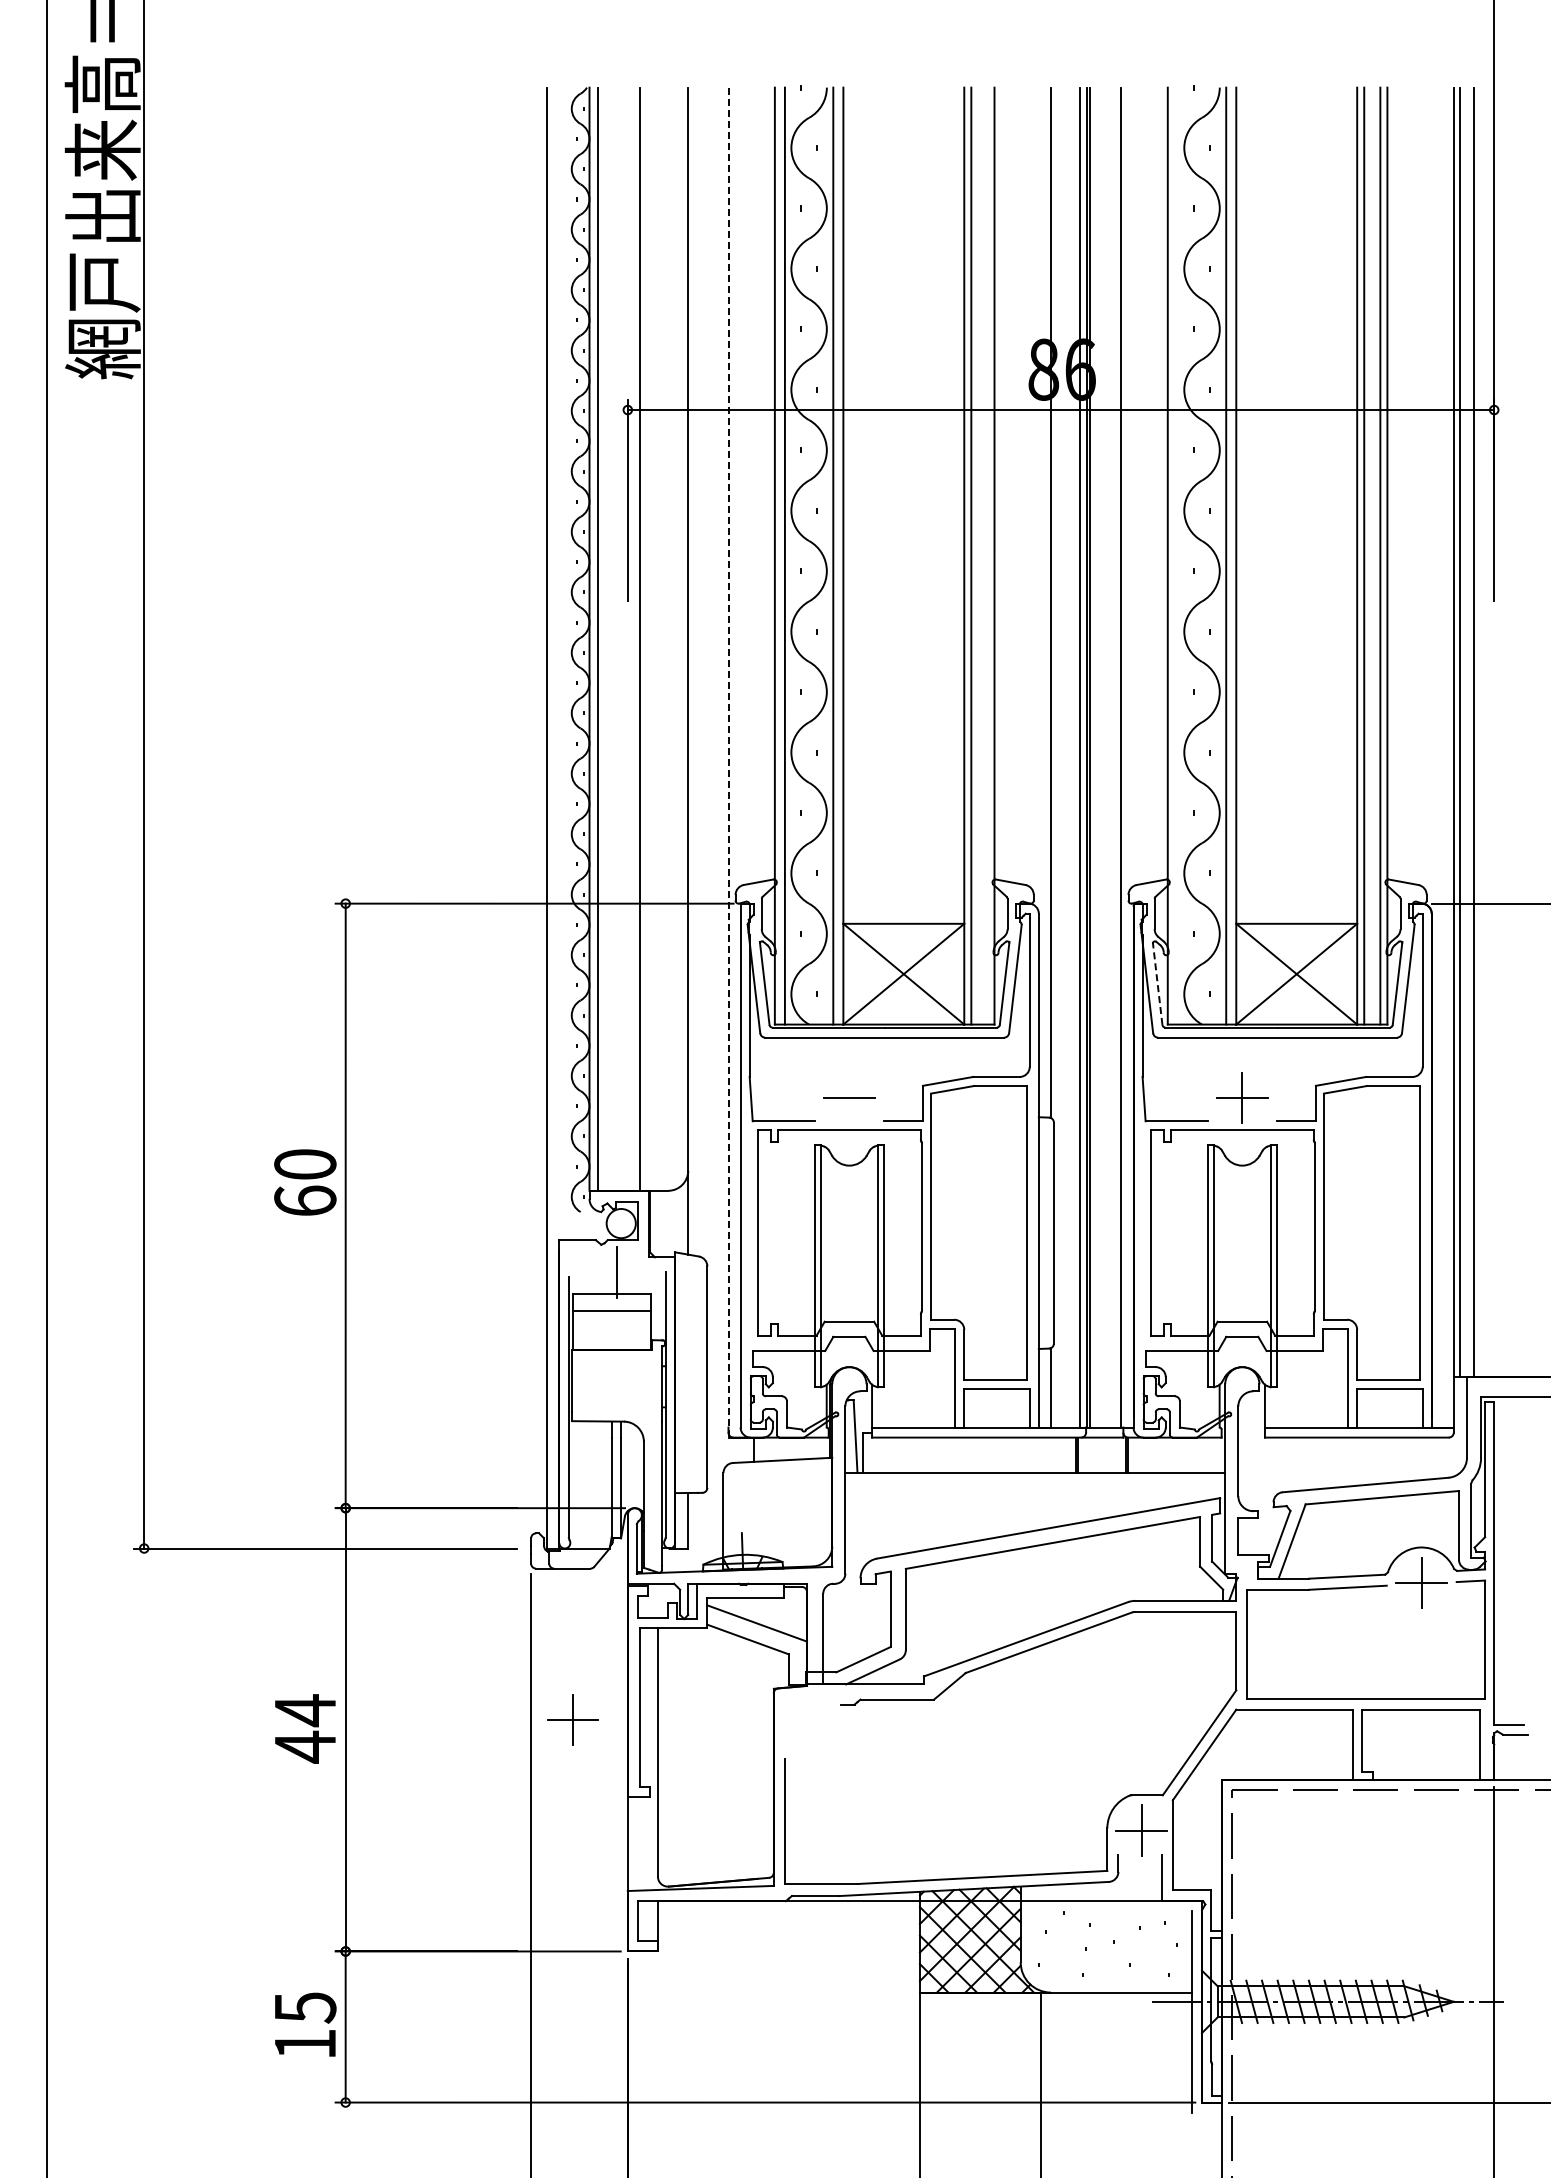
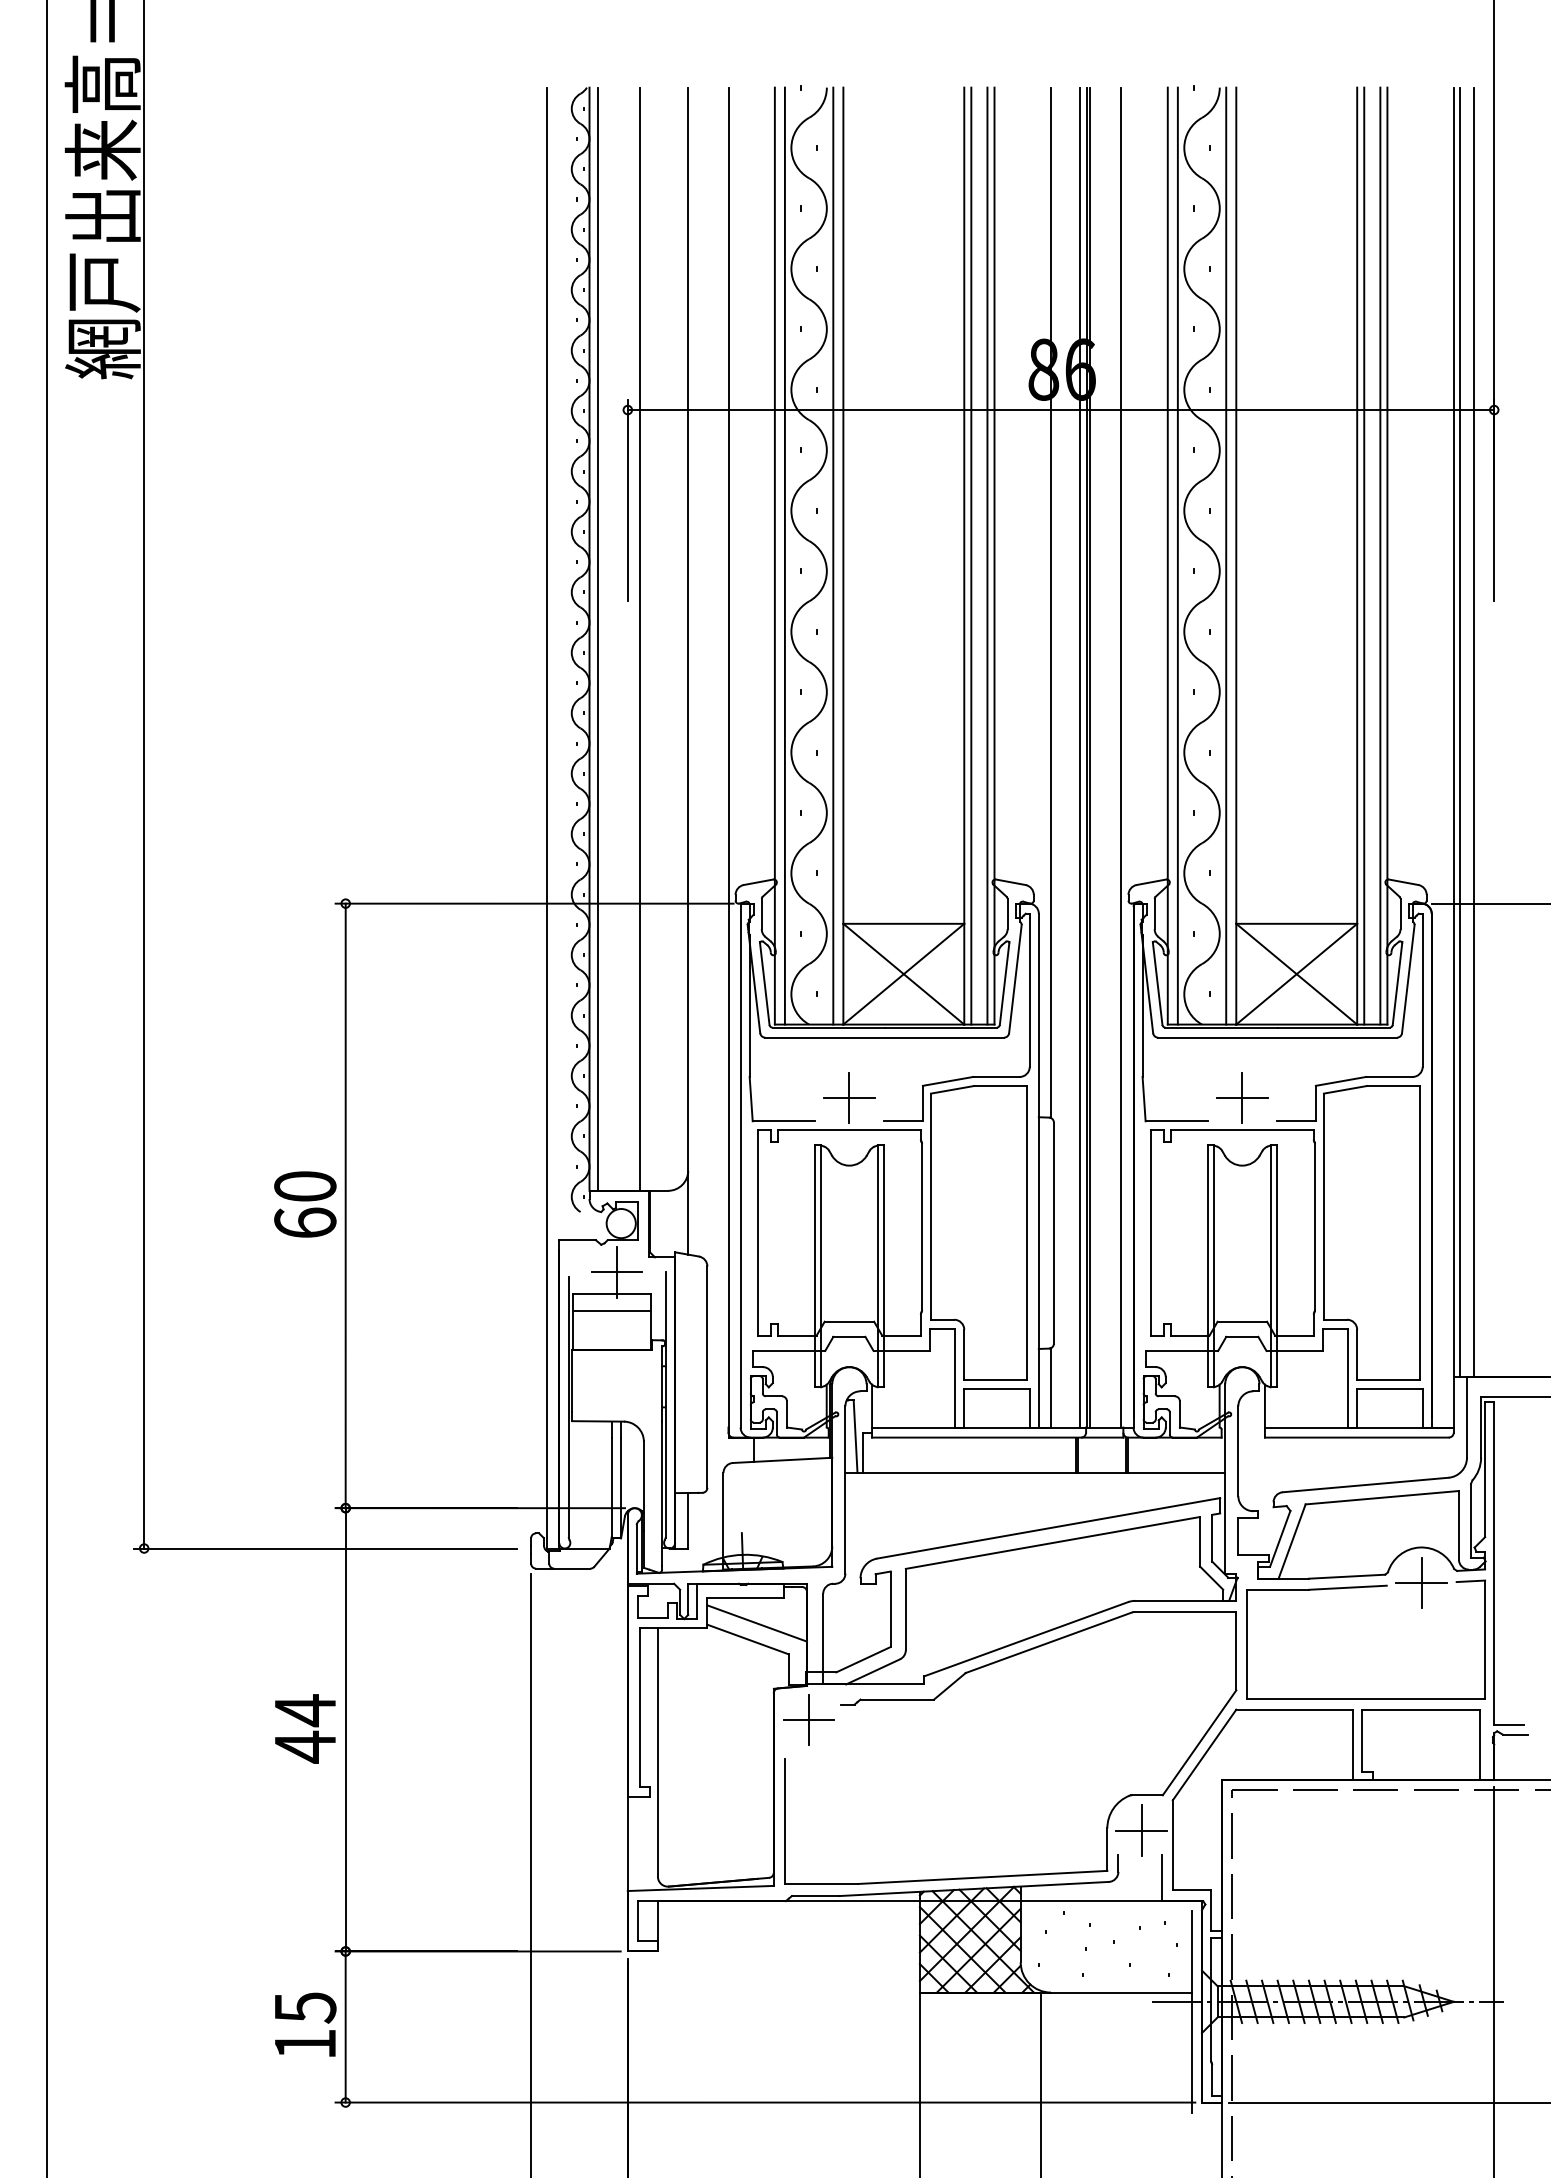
line at (987, 555): none -> present
line at (1177, 555): none -> present
line at (728, 763): dashed -> solid
line at (1157, 983): dashed -> solid
line at (849, 1097): none -> present
text at (305, 1182) position: (305, 1182) -> (305, 1204)
line at (617, 1272): none -> present
part at (572, 1719) position: (572, 1719) -> (808, 1719)
